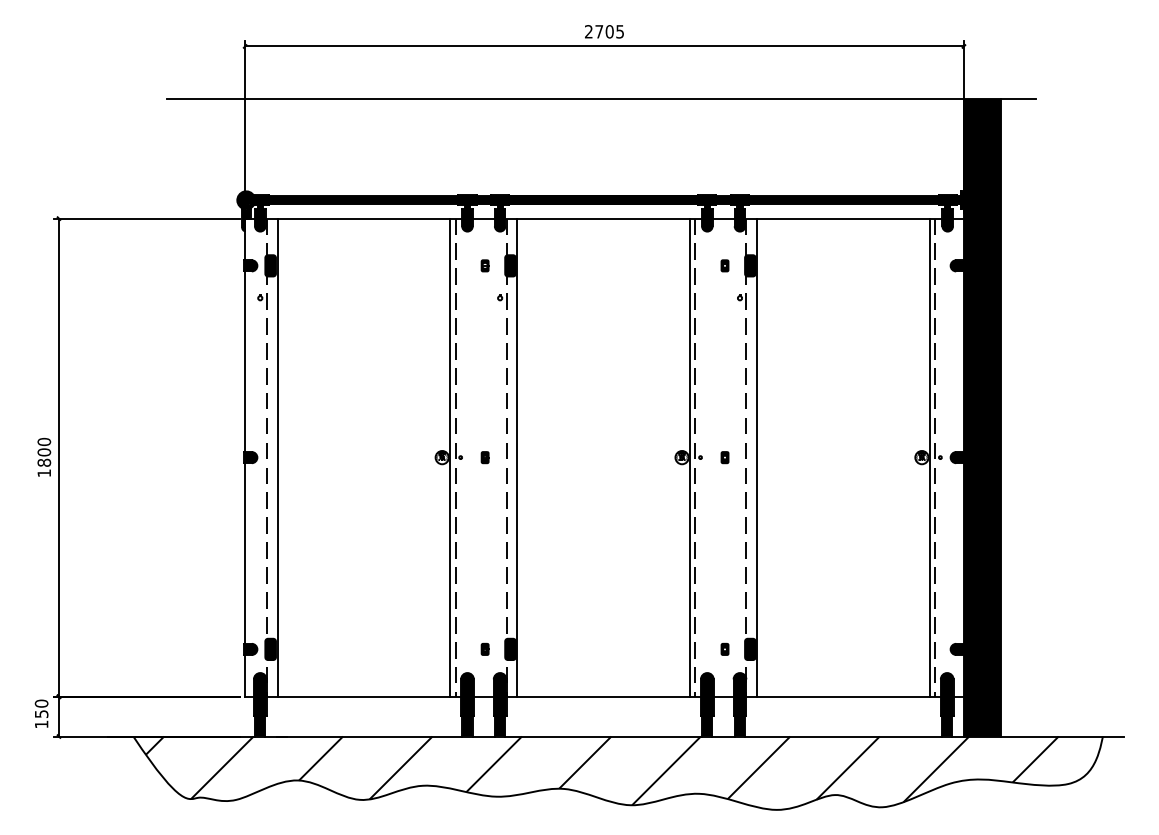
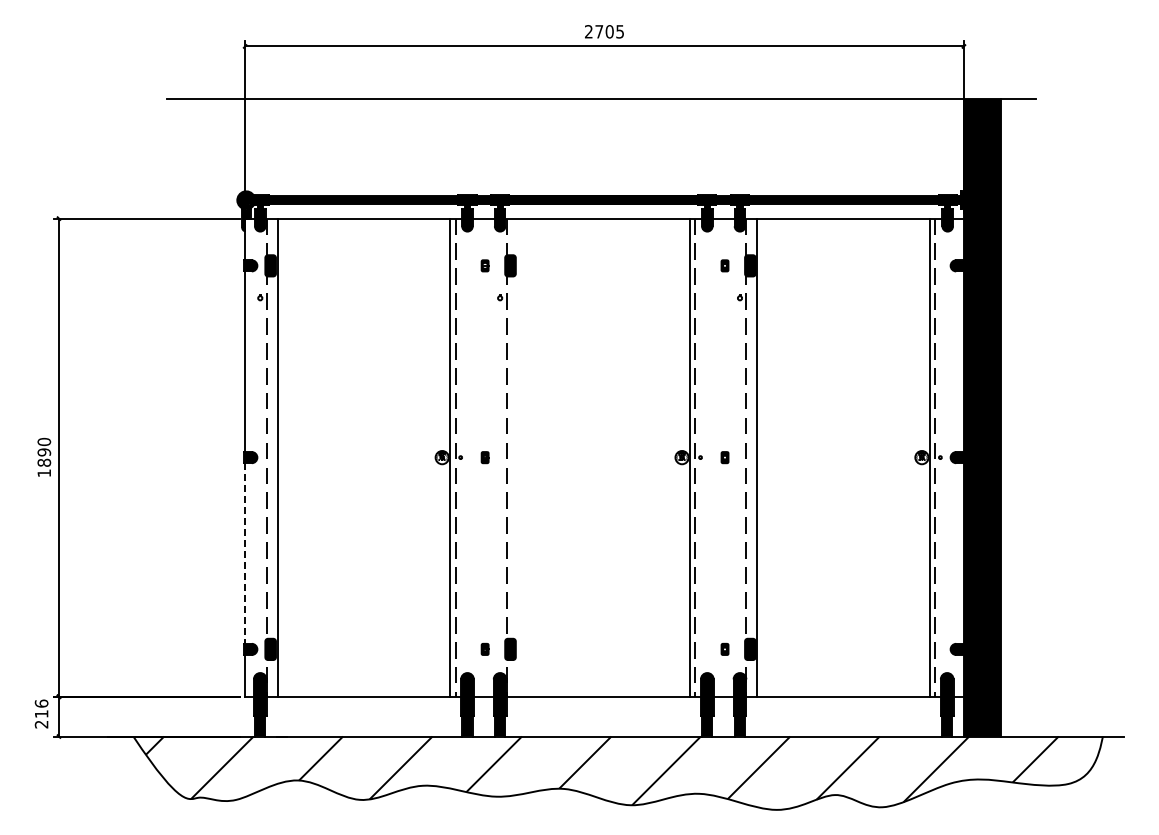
text at (44, 452): 1800 -> 1890
line at (517, 457): present -> none
line at (245, 554): solid -> dashed
text at (41, 713): 150 -> 216
